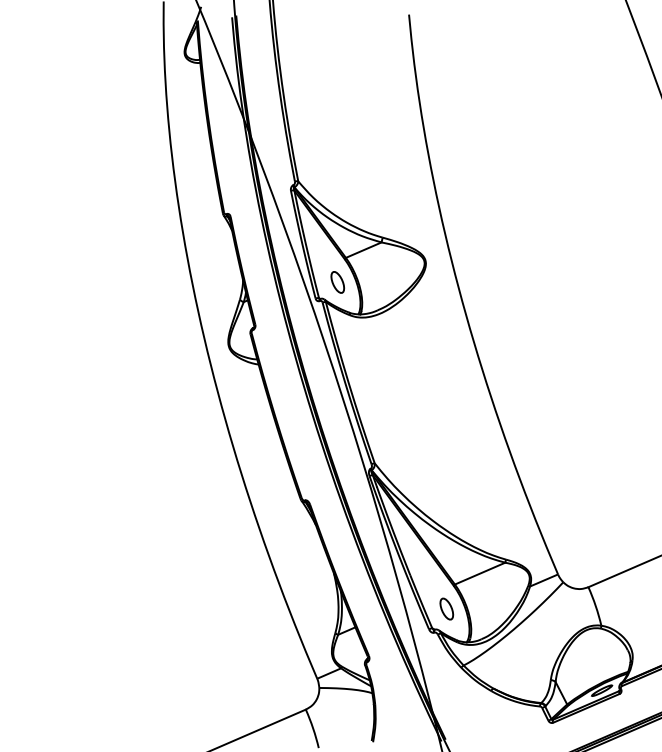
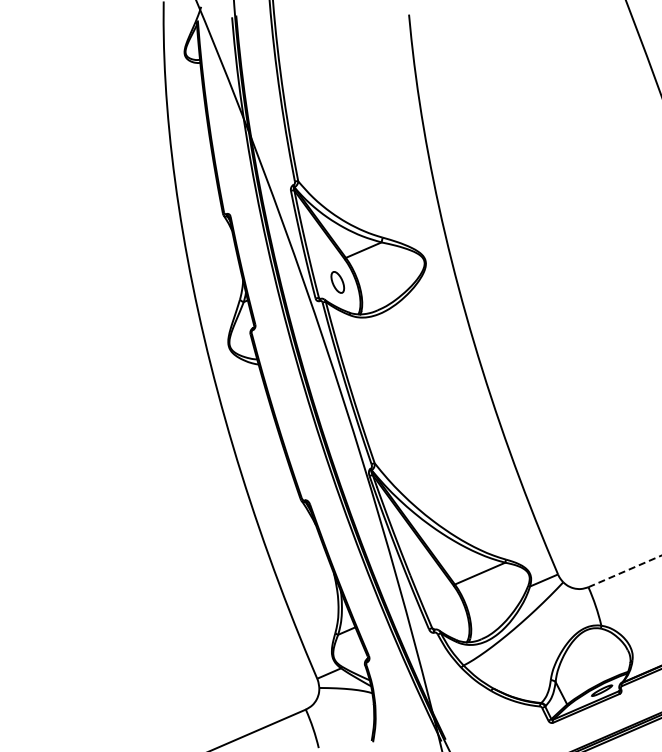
line at (625, 571): solid -> dashed
part at (446, 608): present -> none
